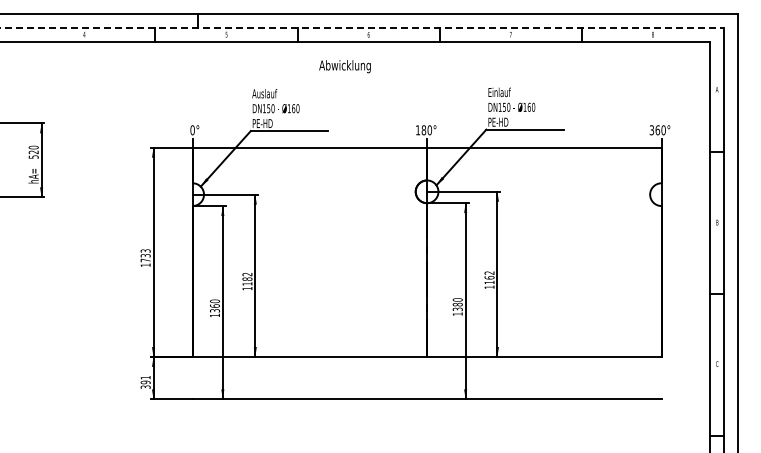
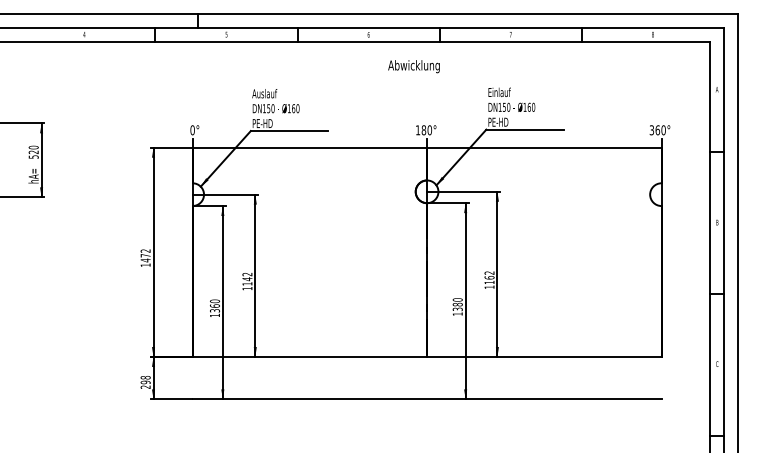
line at (362, 27): dashed -> solid
text at (344, 66) position: (344, 66) -> (413, 66)
text at (145, 255): 1733 -> 1472
text at (247, 279): 1182 -> 1142
text at (145, 382): 391 -> 298
